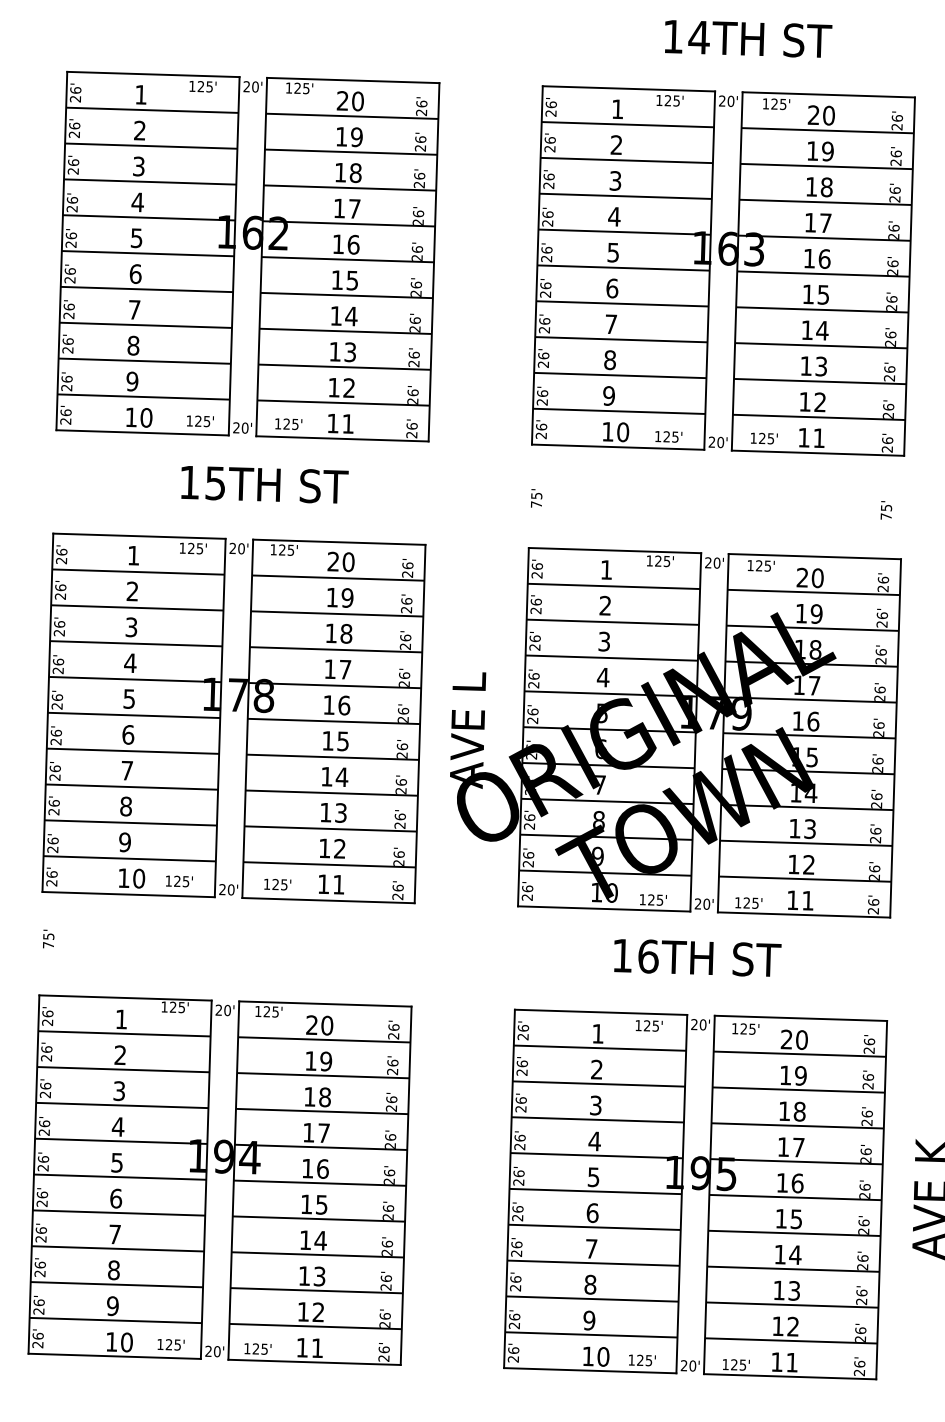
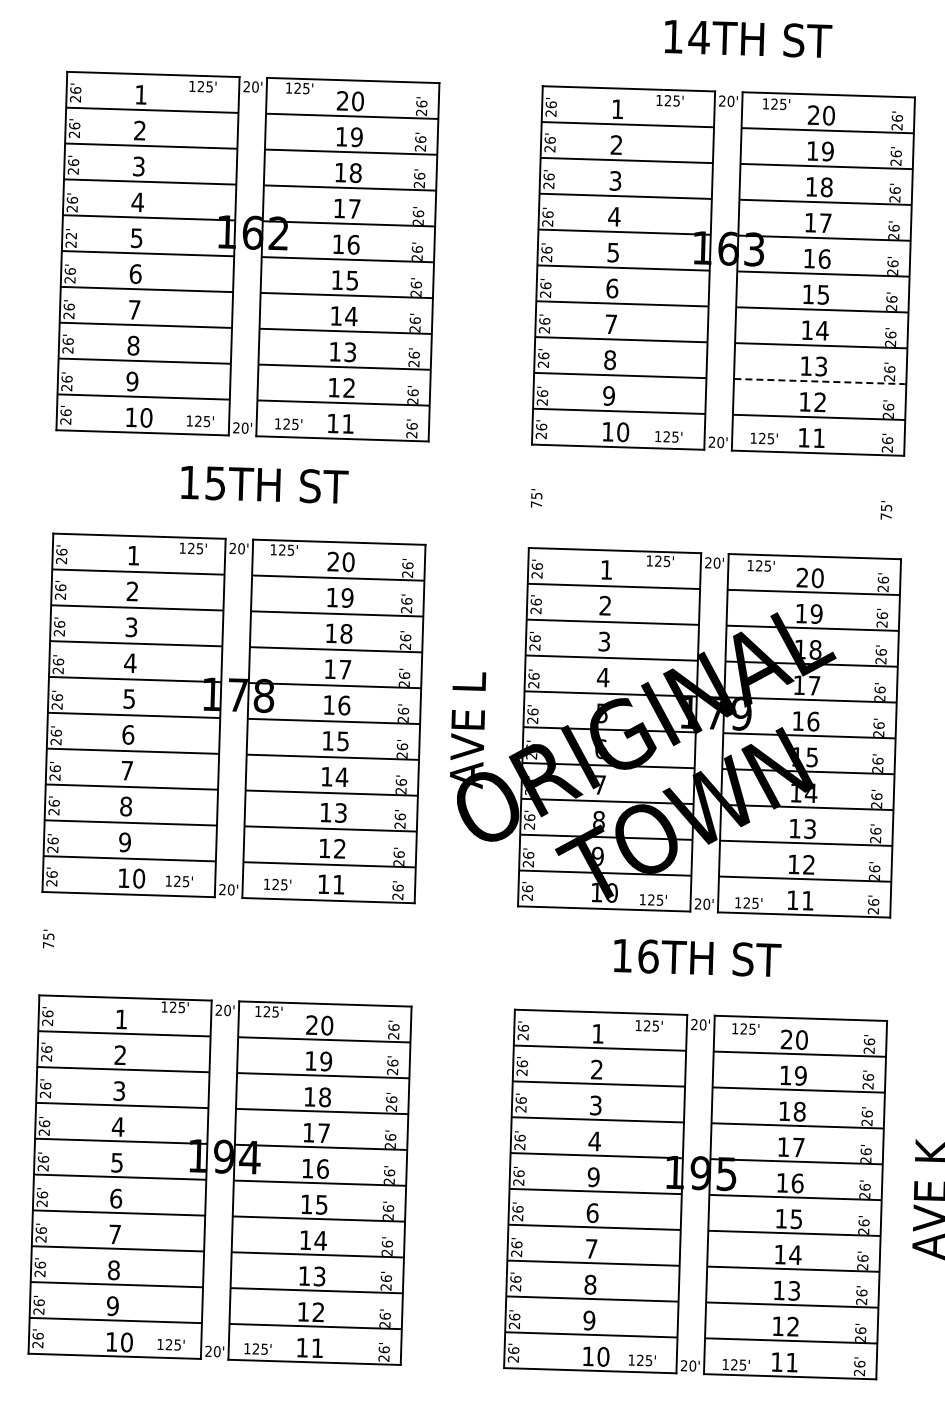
text at (71, 235): 26' -> 22'
line at (819, 381): solid -> dashed
text at (593, 1176): 5 -> 9
